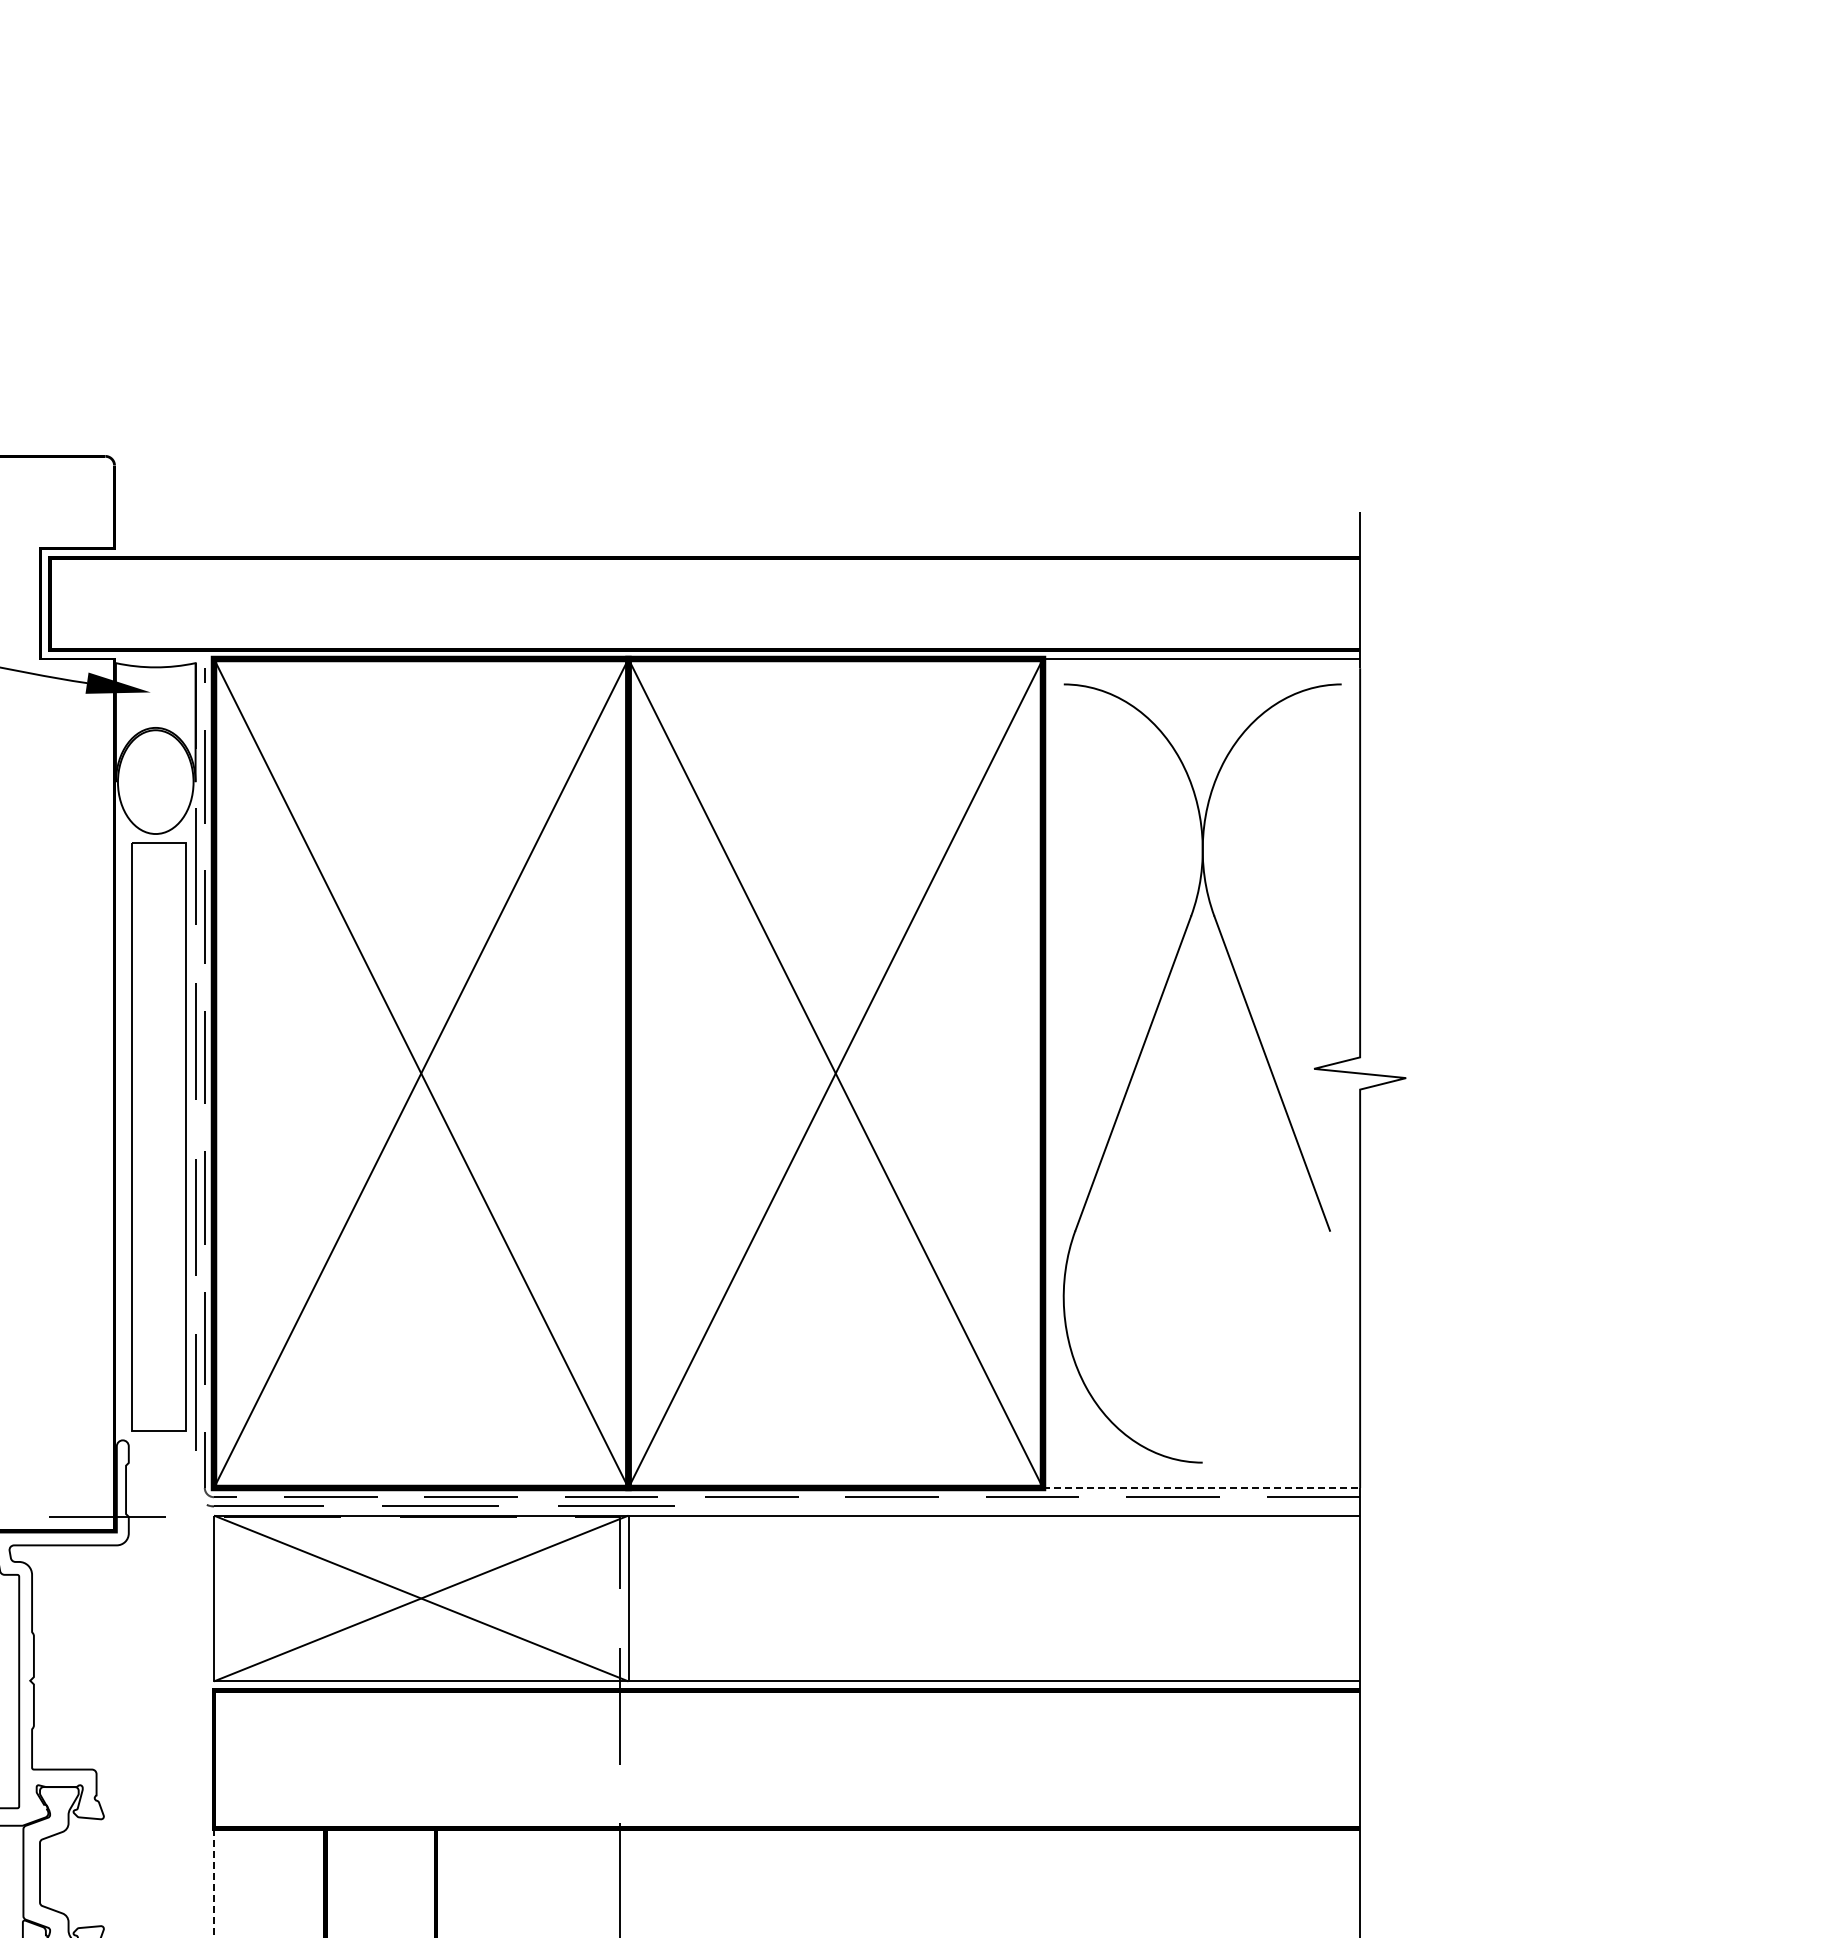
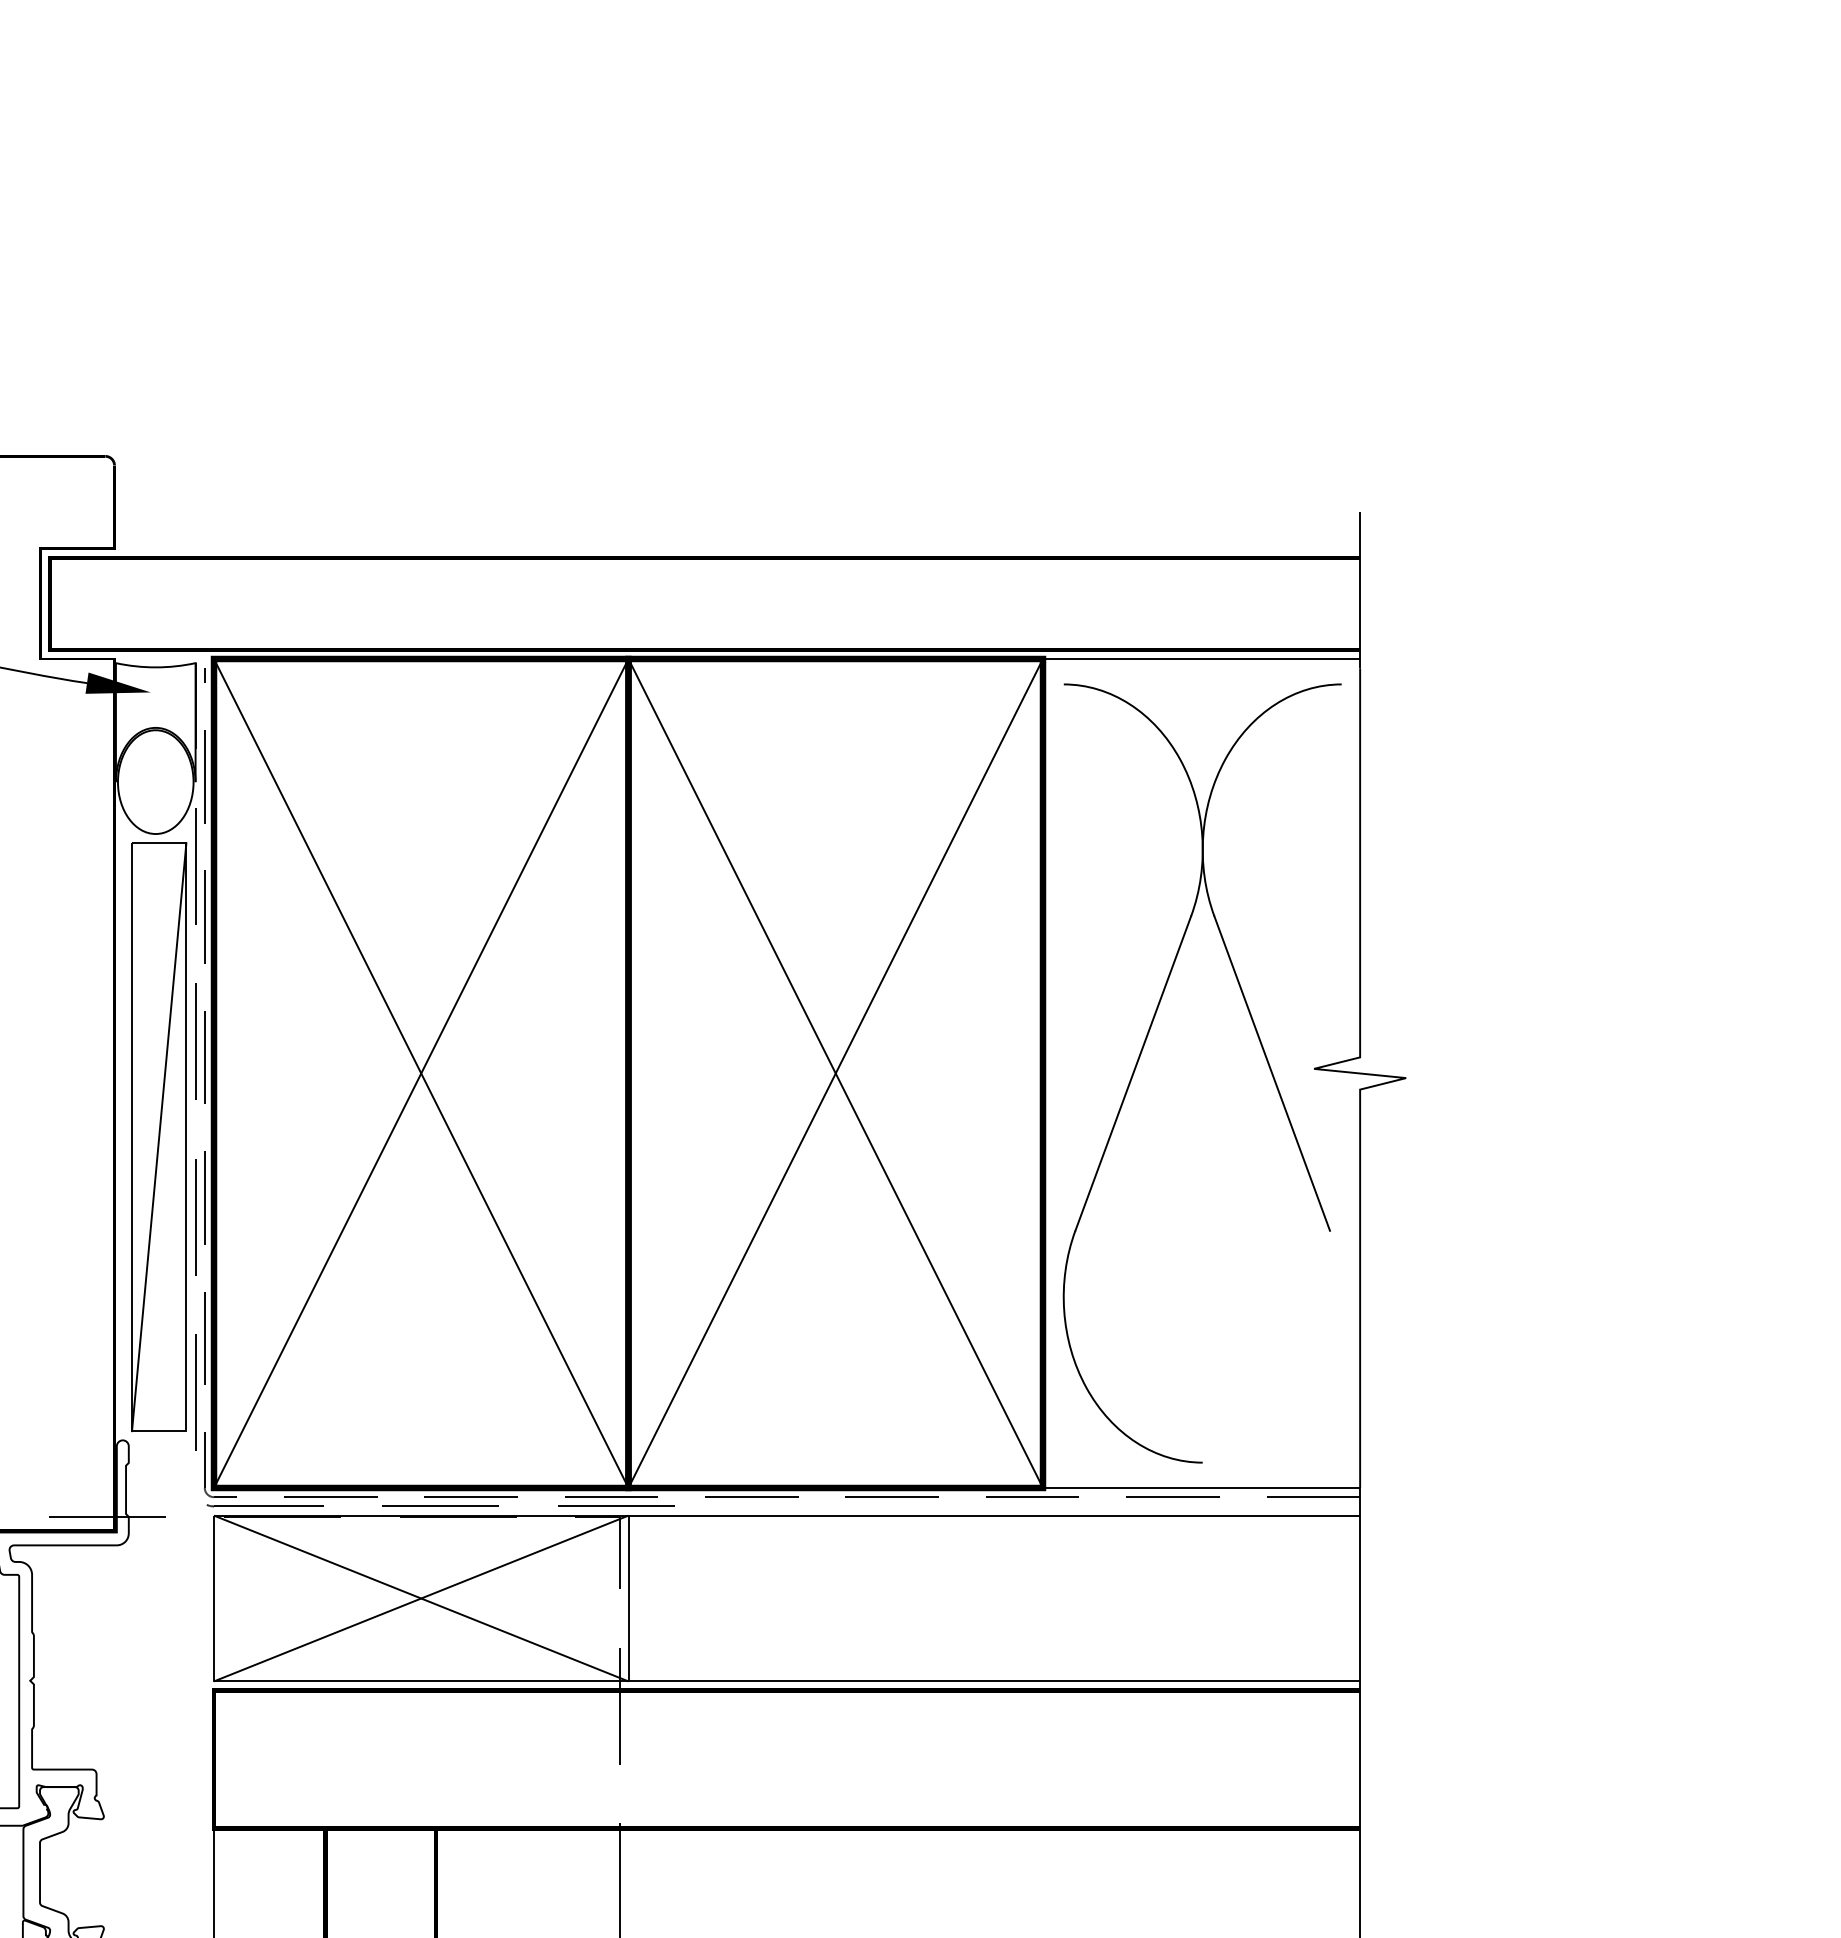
line at (159, 1137): none -> present
line at (1201, 1487): dashed -> solid
line at (214, 1883): dashed -> solid
